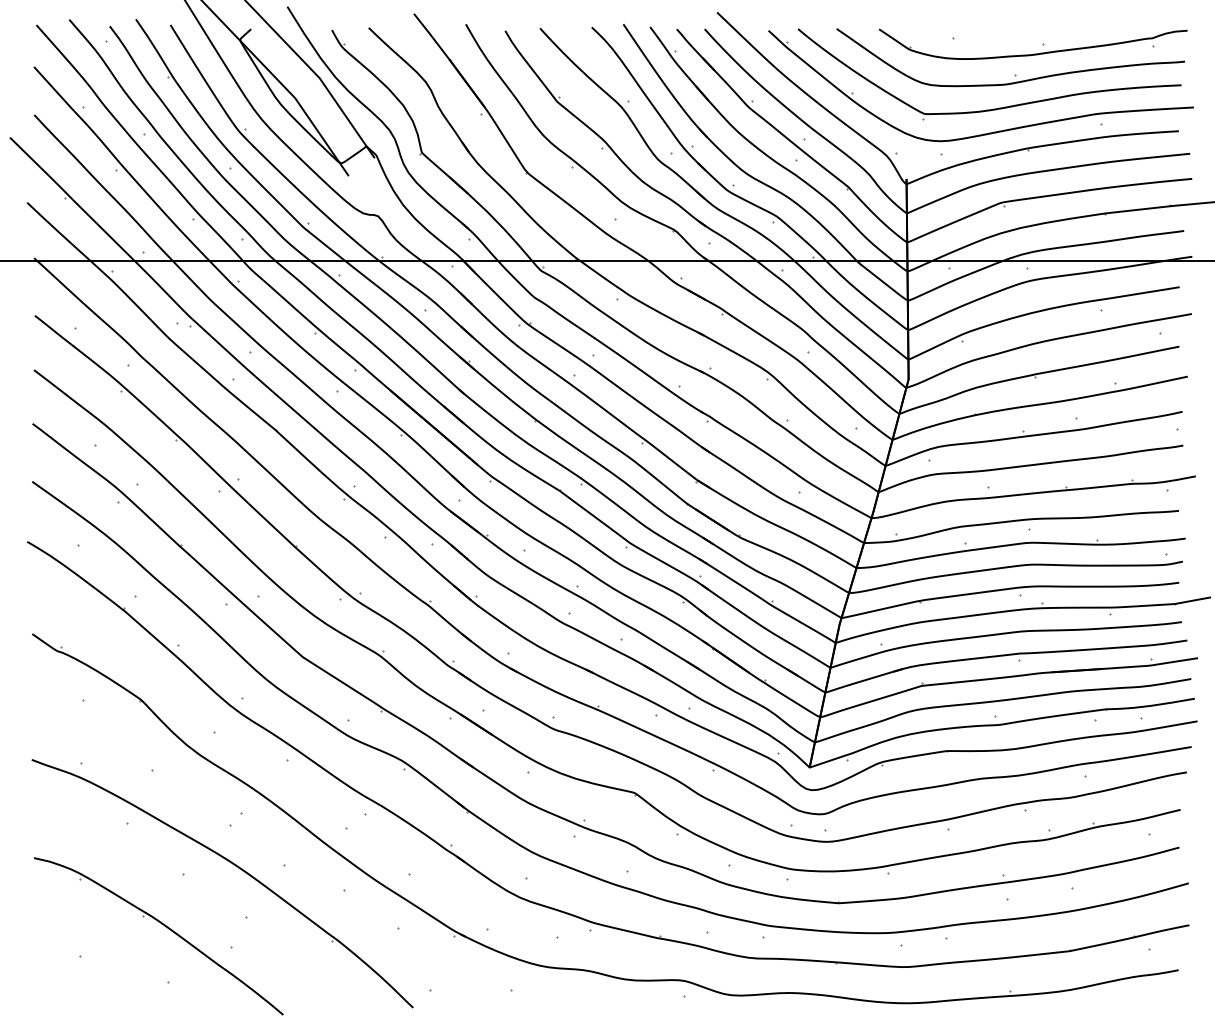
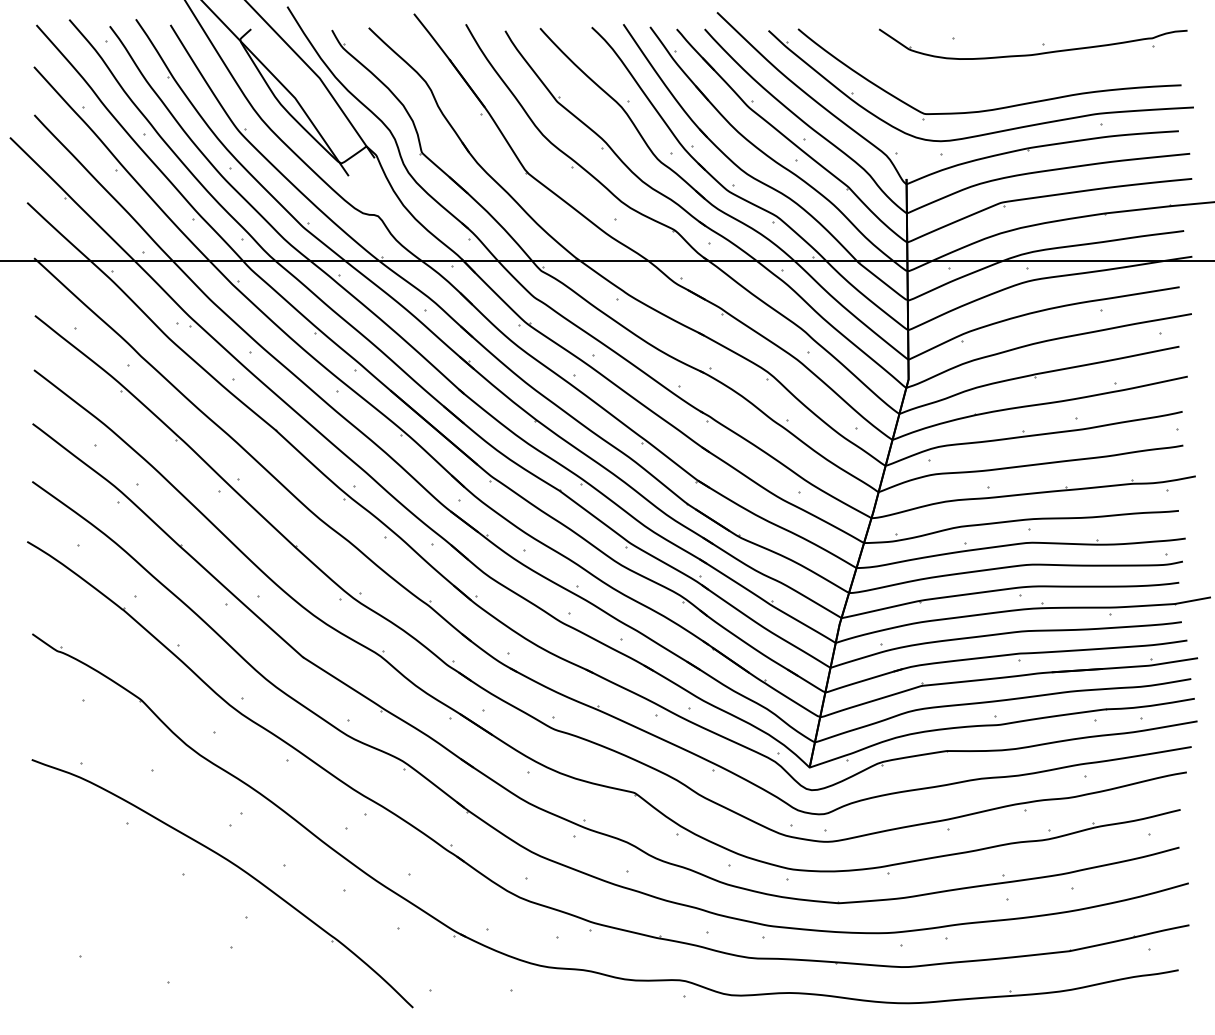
part at (1015, 74): present -> none
part at (165, 927): present -> none
